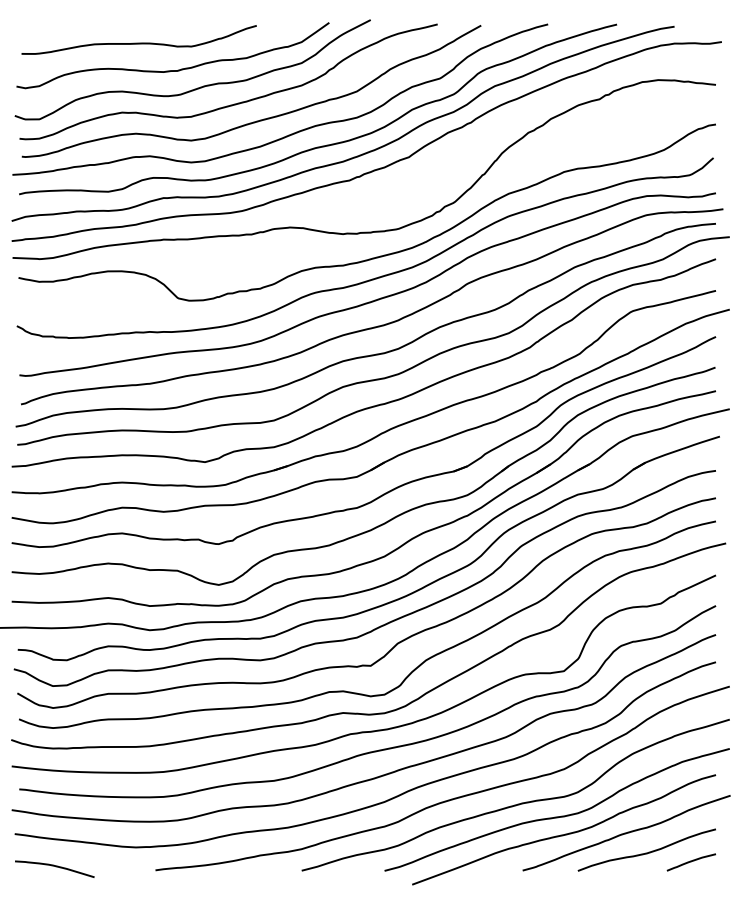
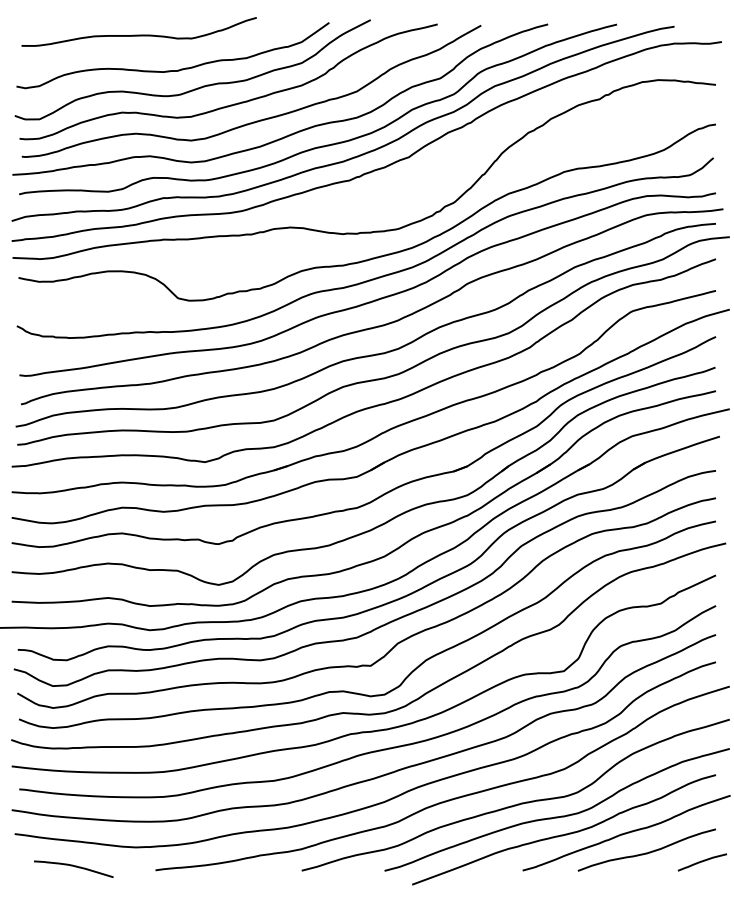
curve at (138, 42) position: (138, 42) -> (138, 34)
curve at (690, 862) position: (690, 862) -> (701, 862)
curve at (54, 866) position: (54, 866) -> (73, 866)
